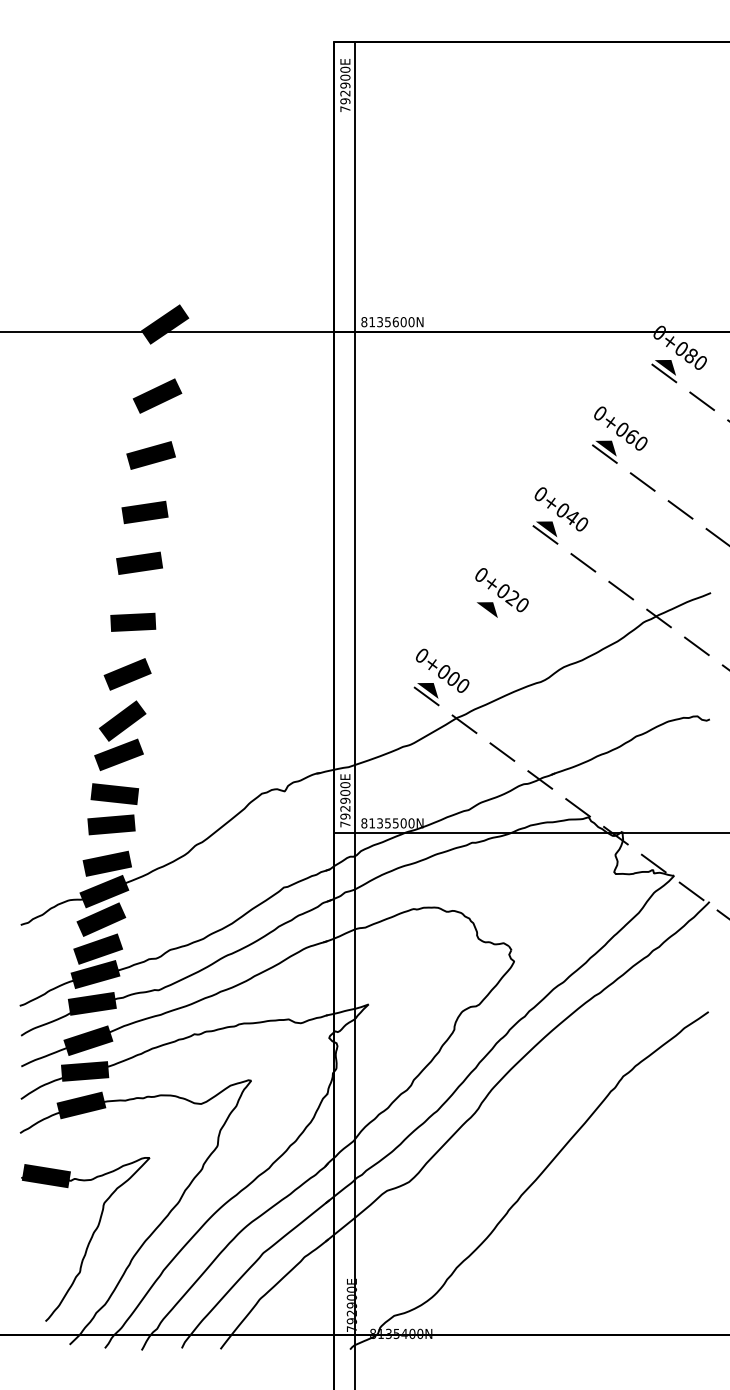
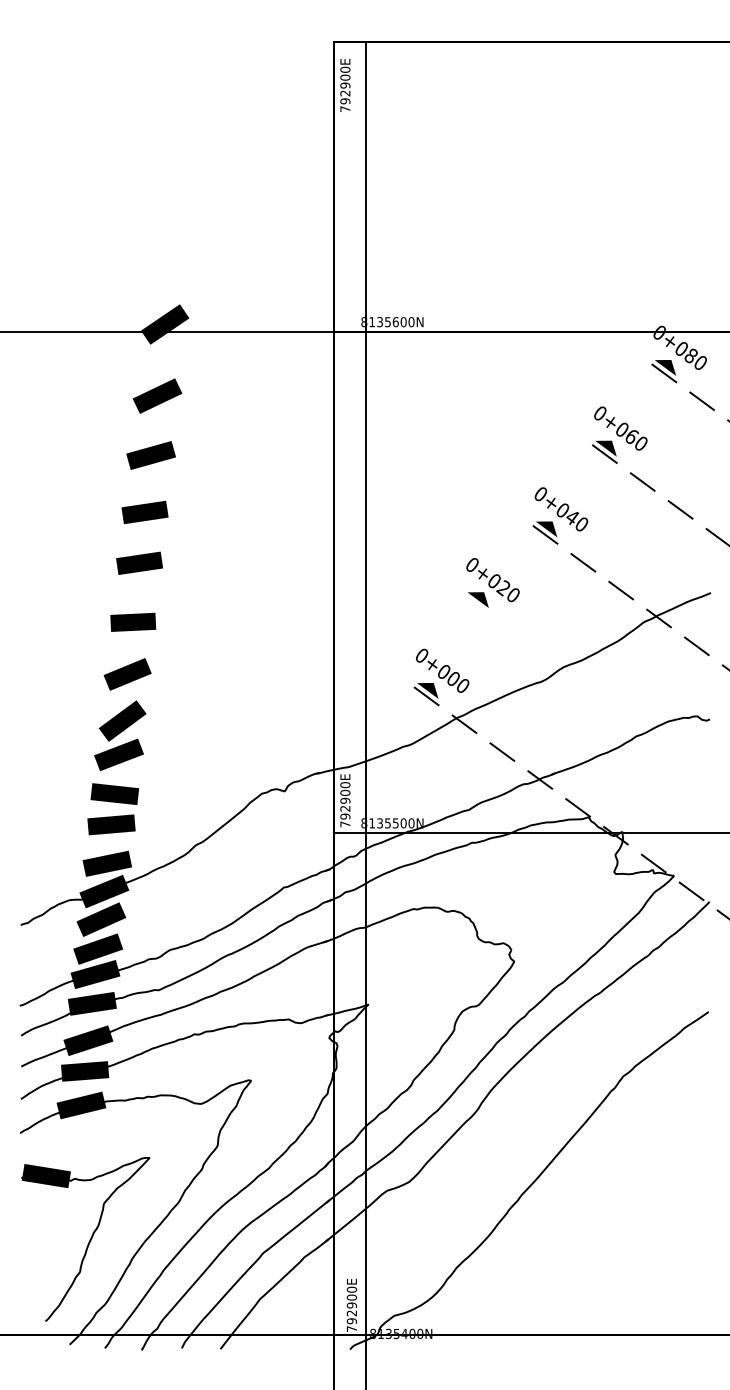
text at (501, 592) position: (501, 592) -> (492, 582)
line at (355, 713) position: (355, 713) -> (366, 713)
